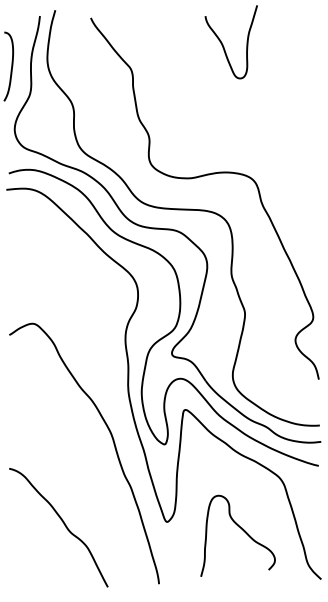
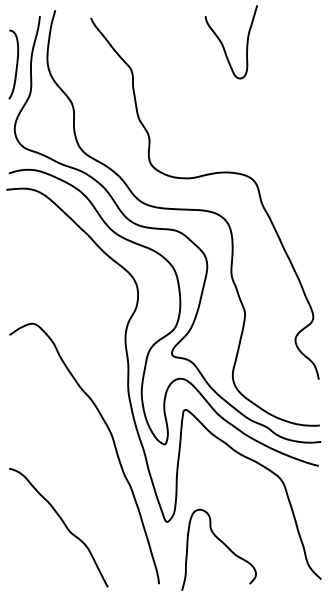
curve at (11, 66) position: (11, 66) -> (16, 64)
curve at (242, 530) position: (242, 530) -> (223, 544)
